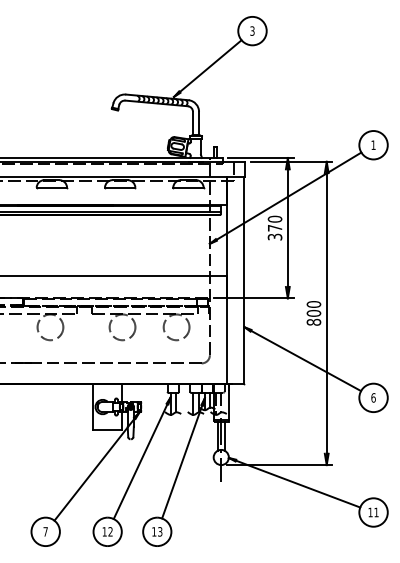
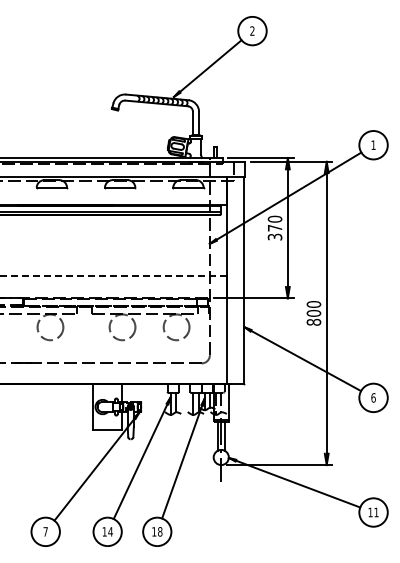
text at (252, 30): 3 -> 2
line at (113, 275): solid -> dashed
text at (110, 531): 12 -> 14
text at (160, 531): 13 -> 18
